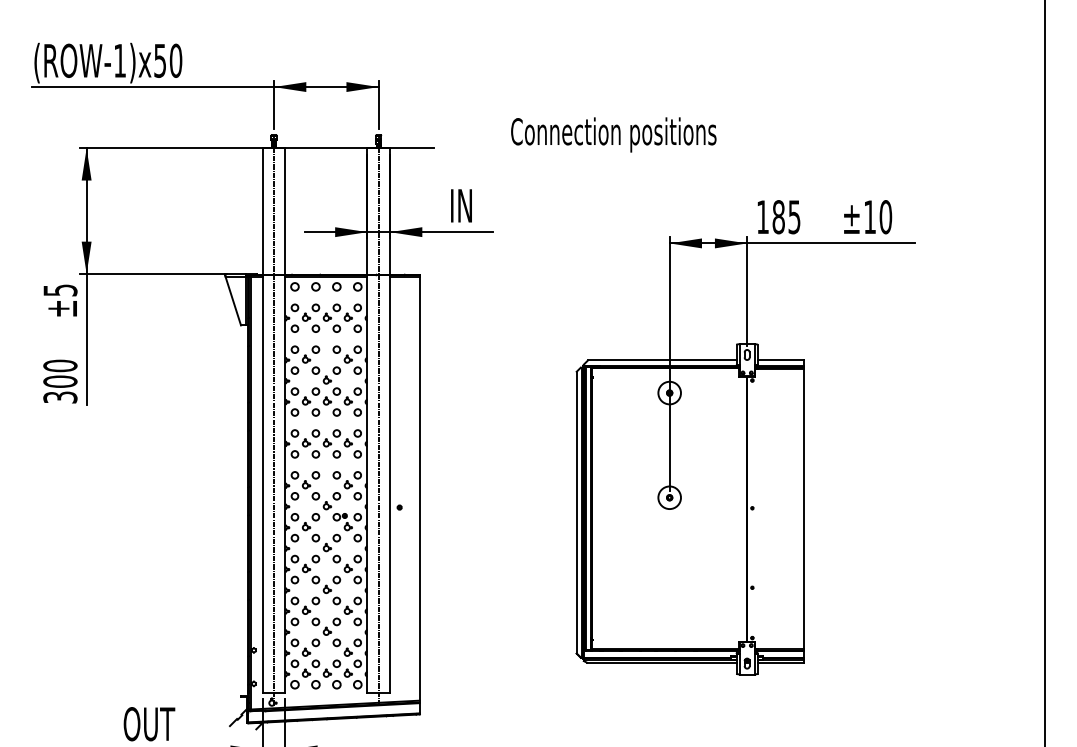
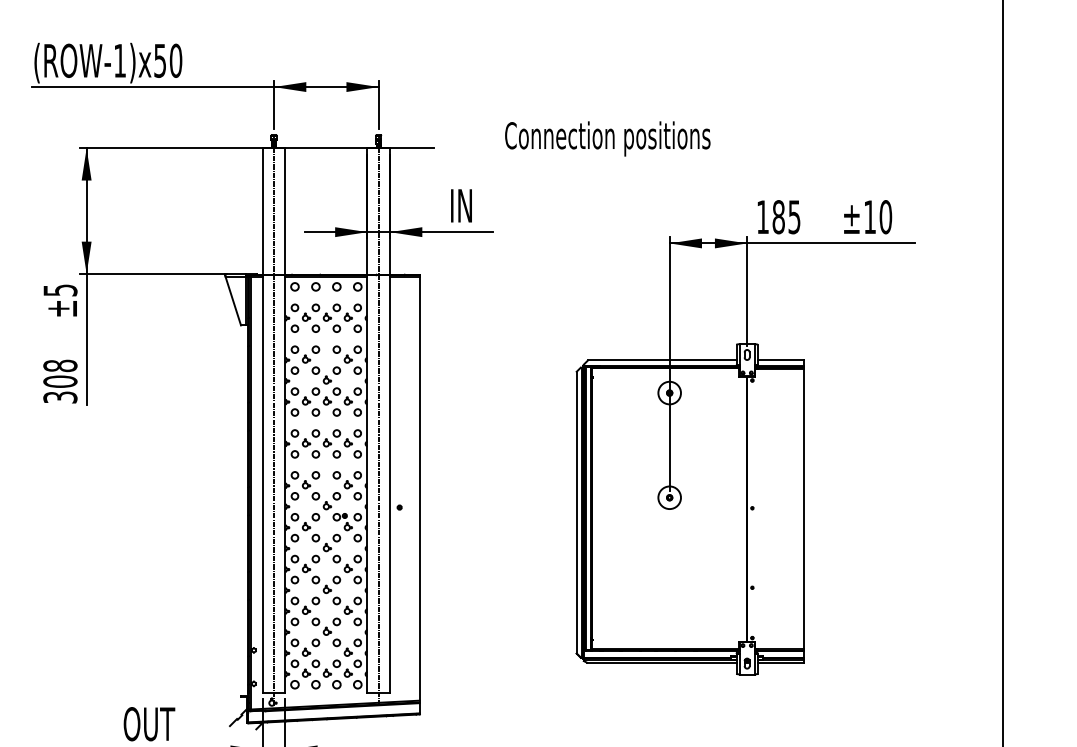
text at (613, 134) position: (613, 134) -> (607, 138)
text at (60, 365): 300 -> 308
line at (1044, 372) position: (1044, 372) -> (1002, 372)
